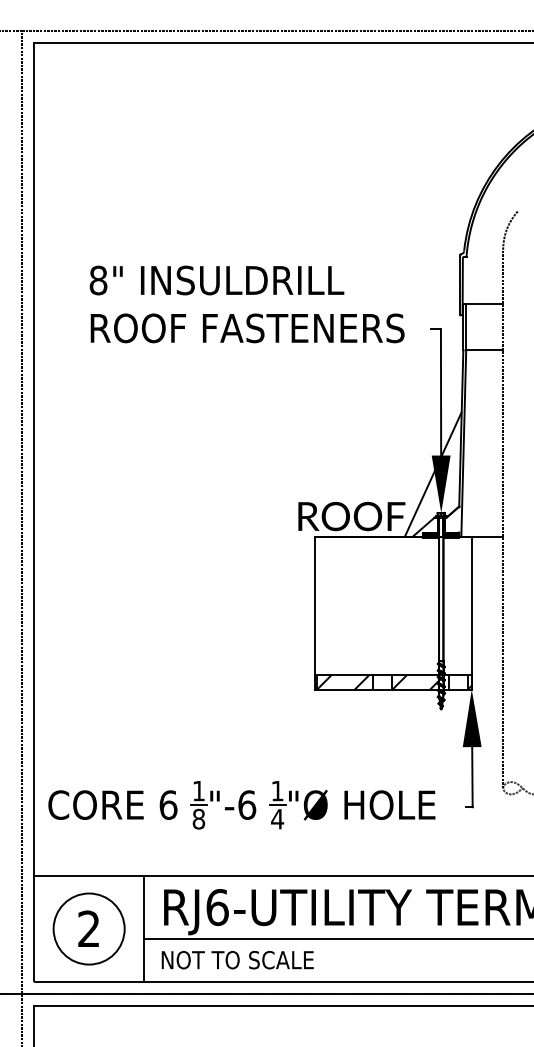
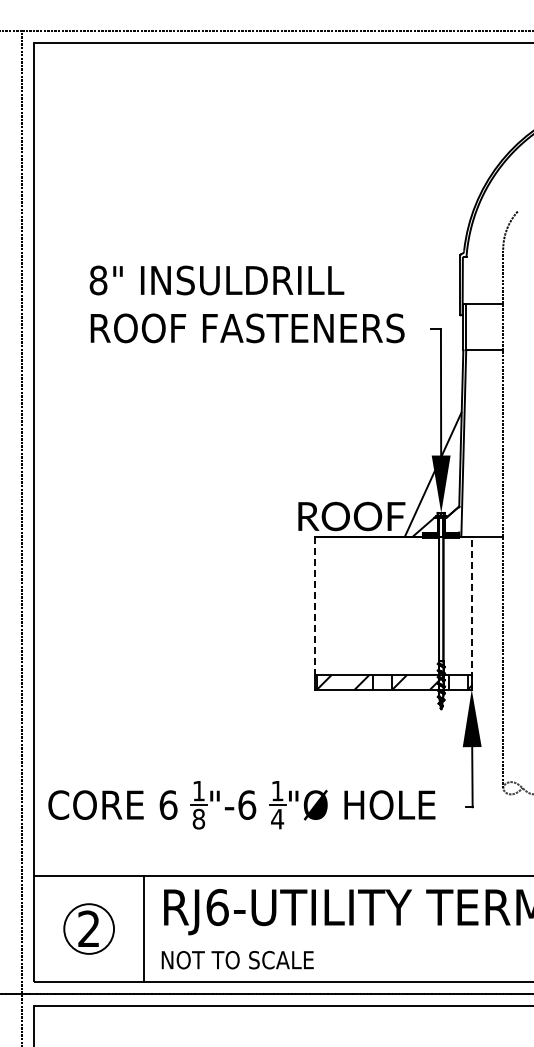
line at (315, 606): solid -> dashed
line at (471, 612): solid -> dashed
circle at (88, 928) diameter: 71 px -> 50 px
line at (337, 938): present -> none
